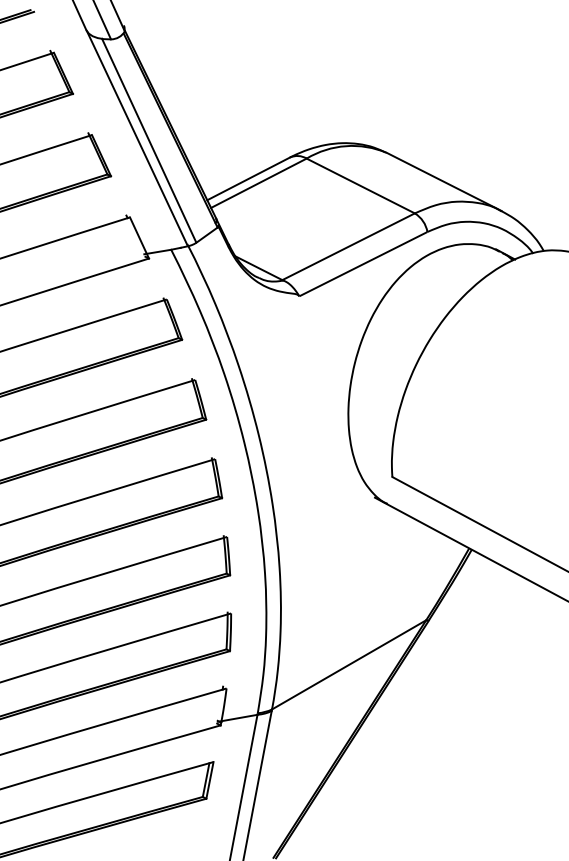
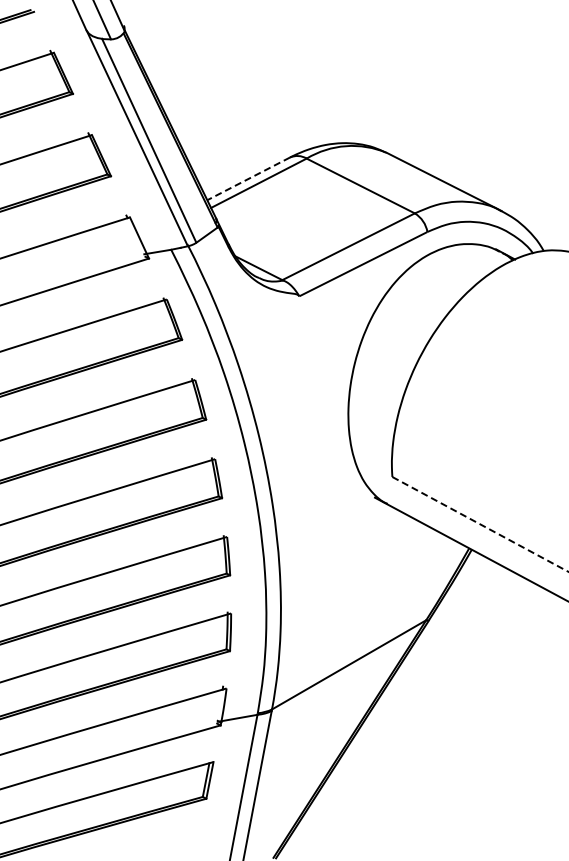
line at (248, 178): solid -> dashed
line at (480, 524): solid -> dashed
